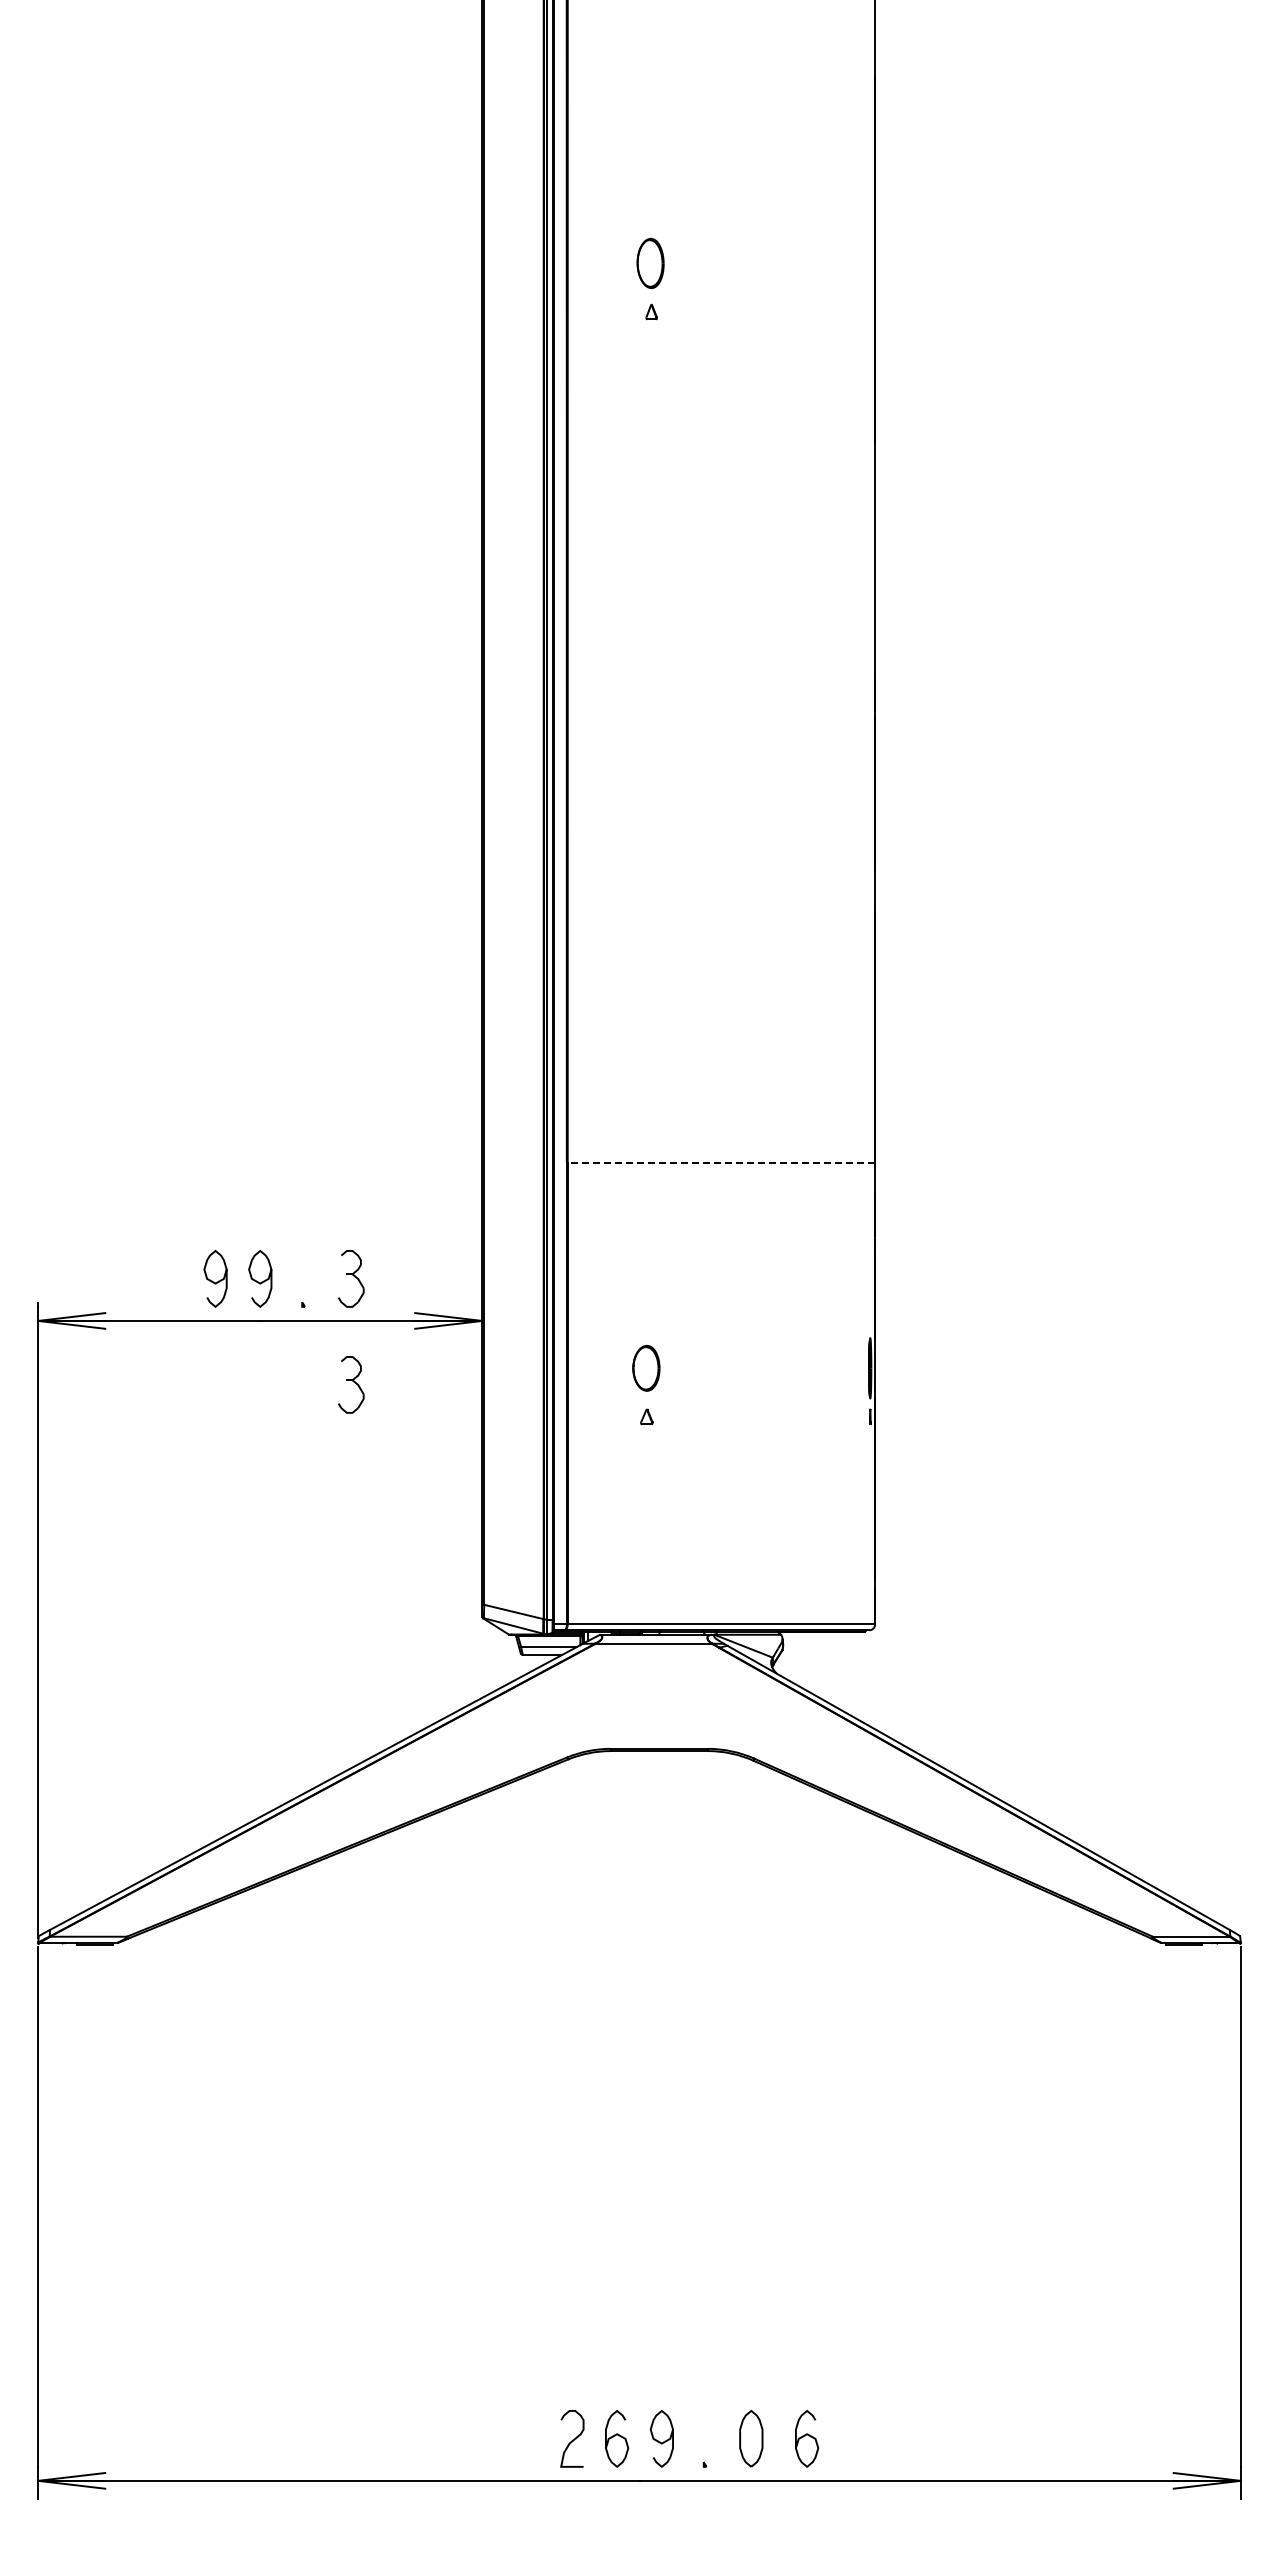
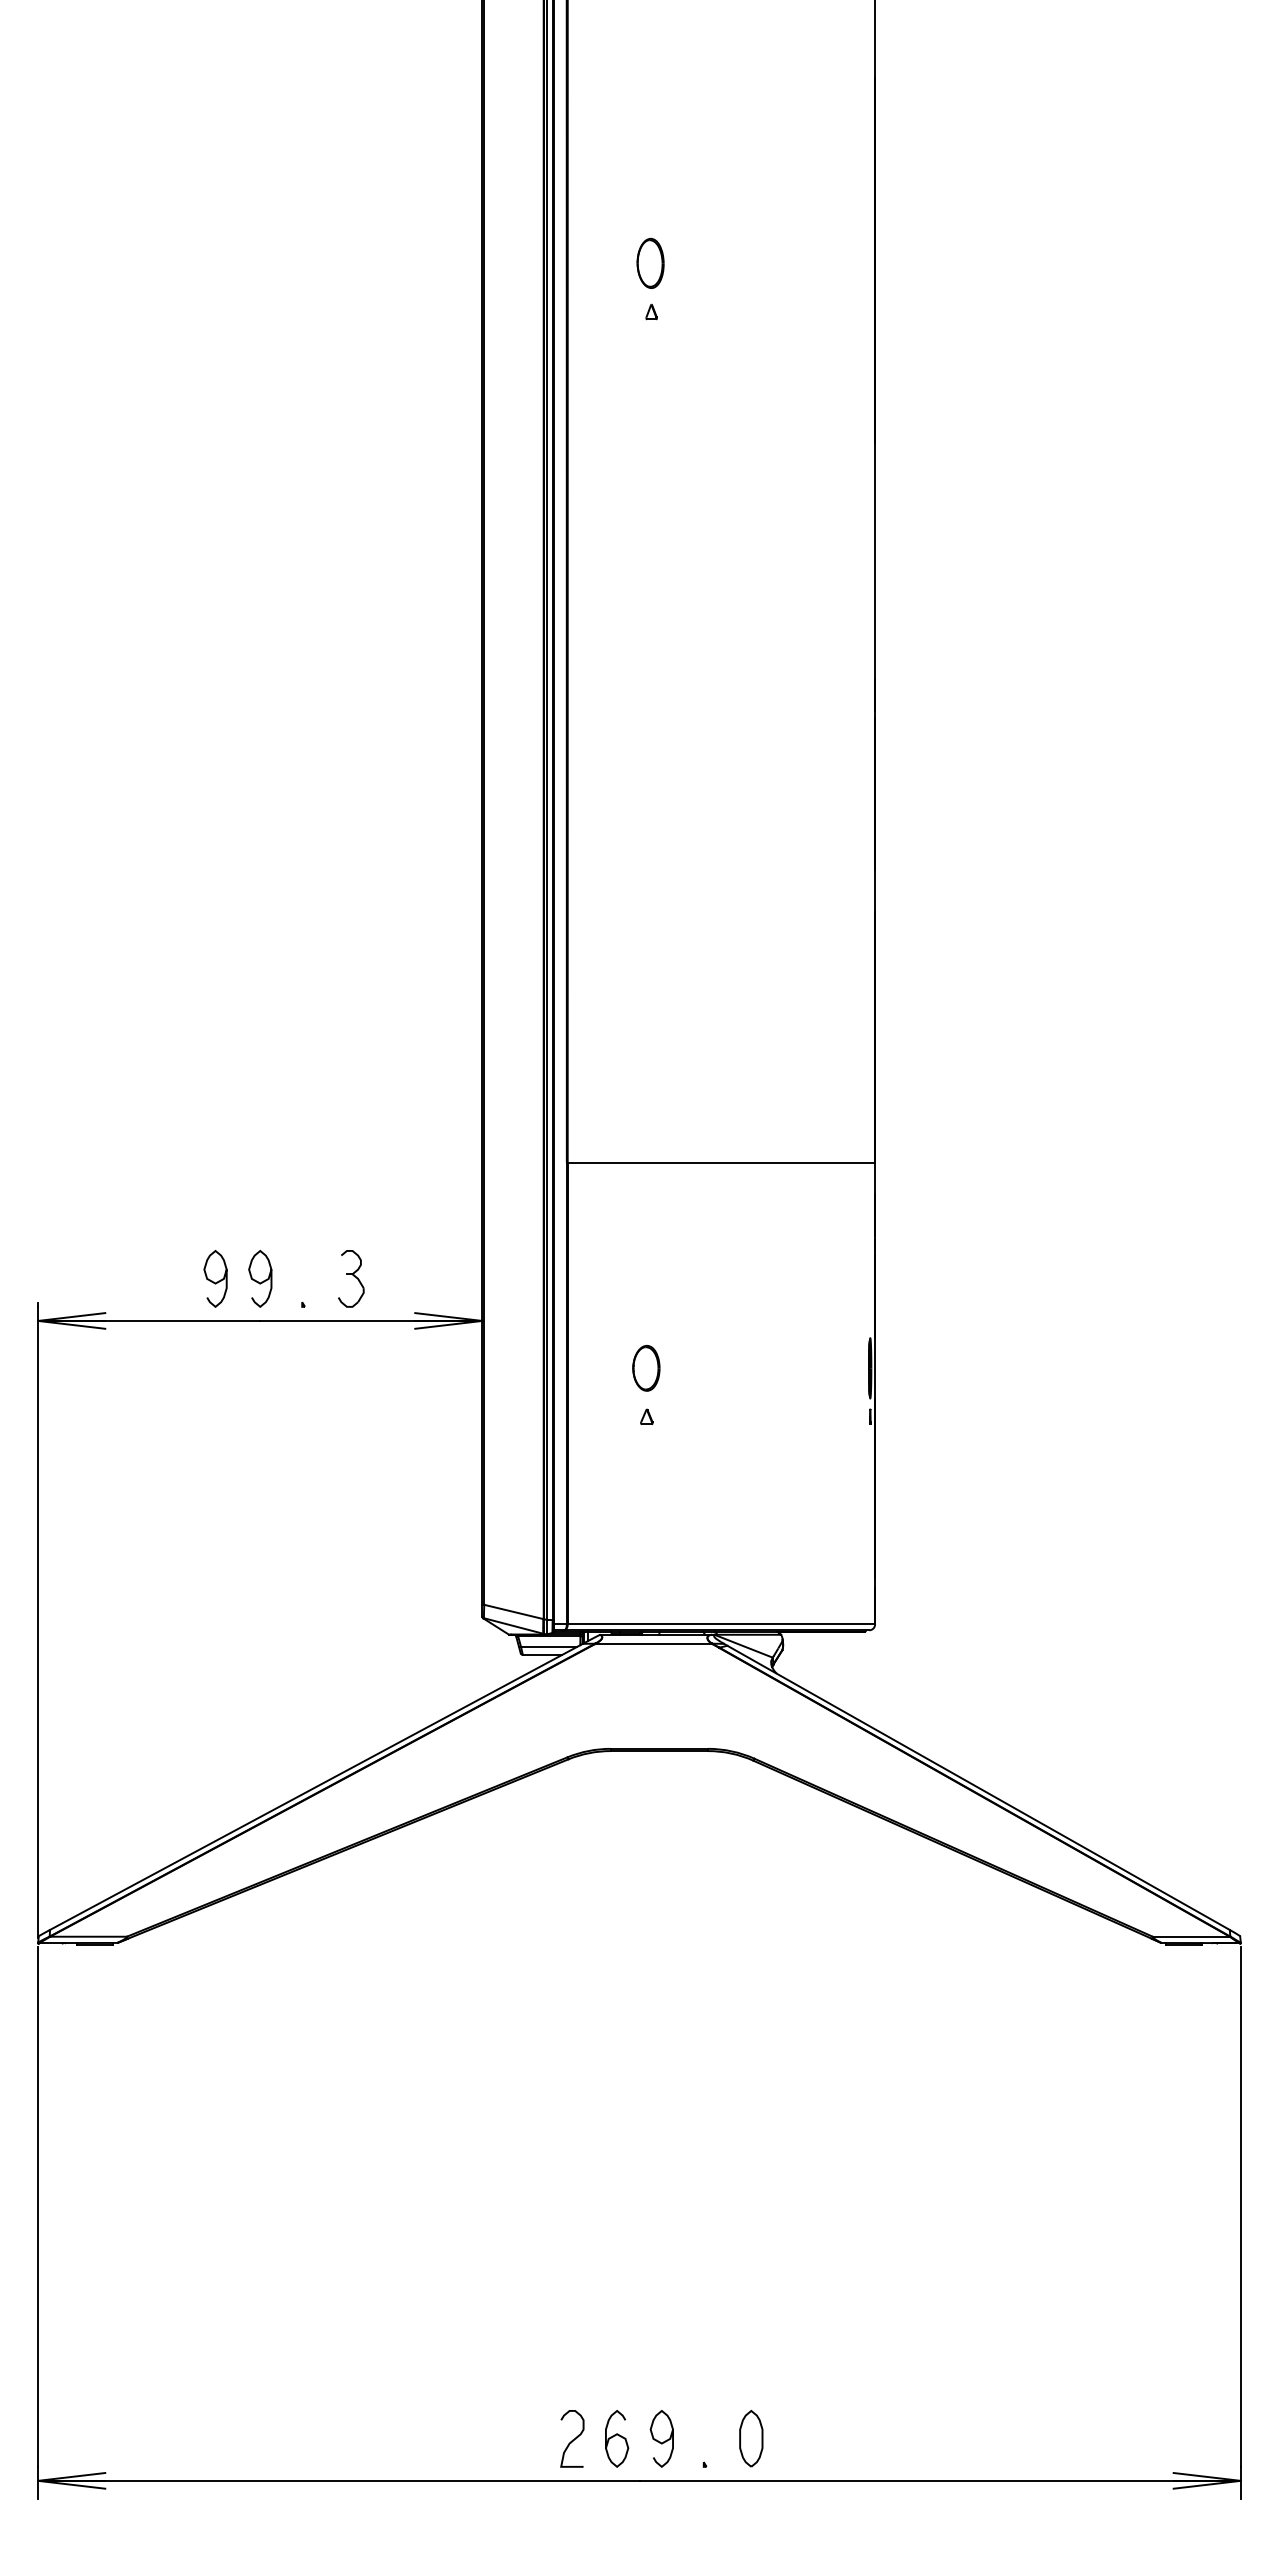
line at (720, 1162): dashed -> solid
part at (351, 1384): present -> none
curve at (808, 2436): present -> none
